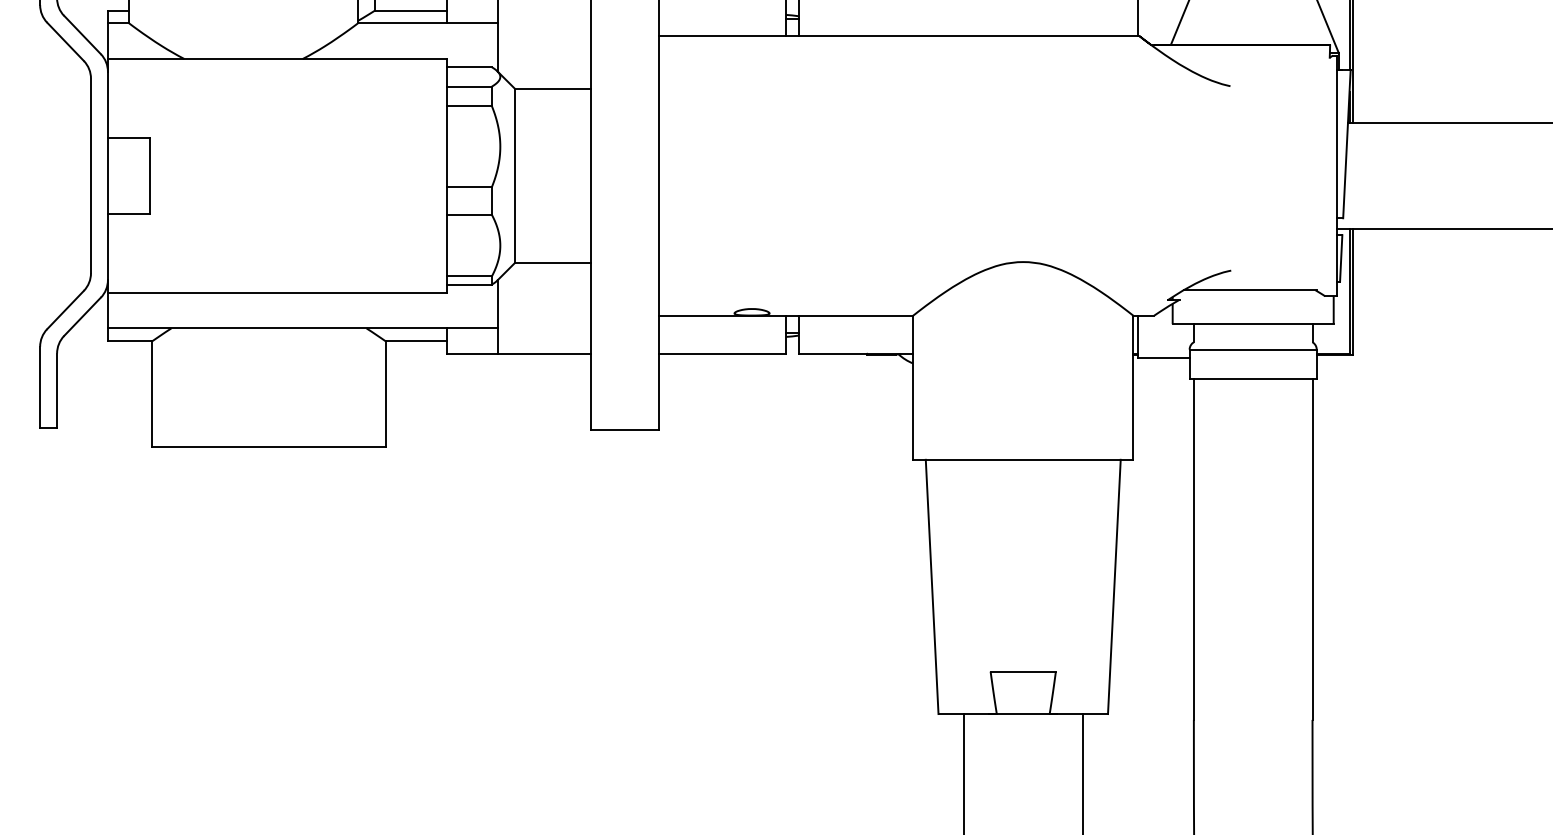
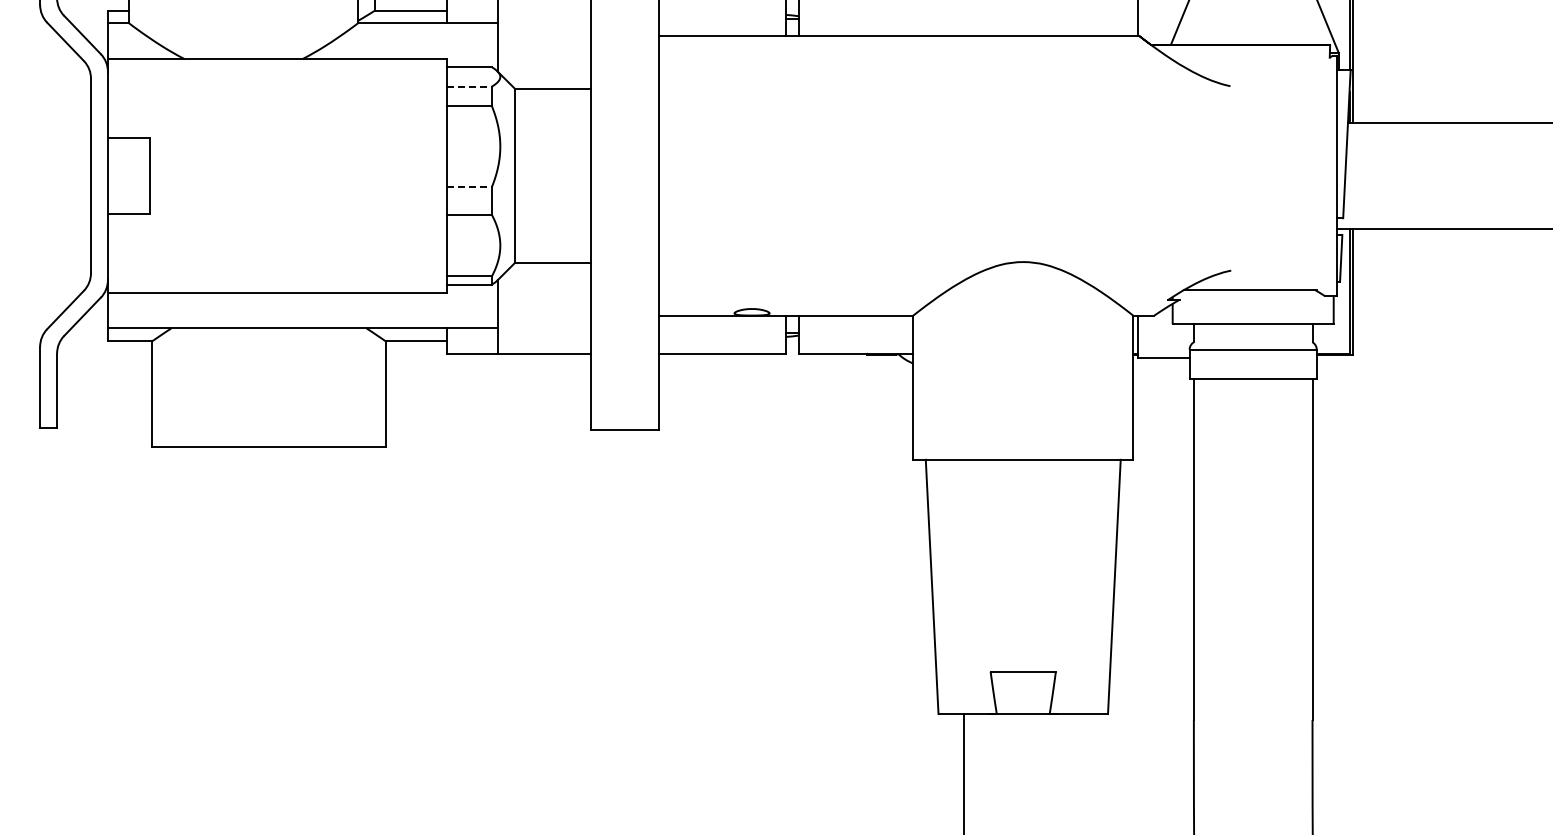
line at (469, 86): solid -> dashed
line at (469, 187): solid -> dashed
line at (1082, 772): present -> none
